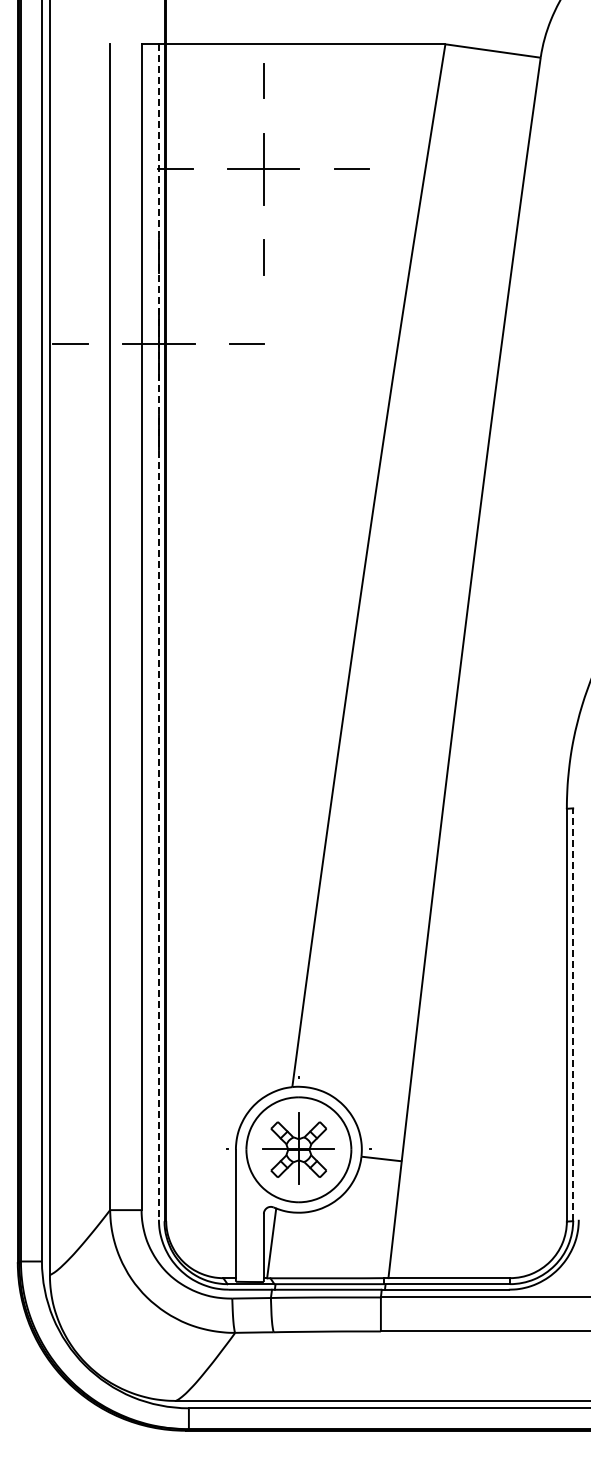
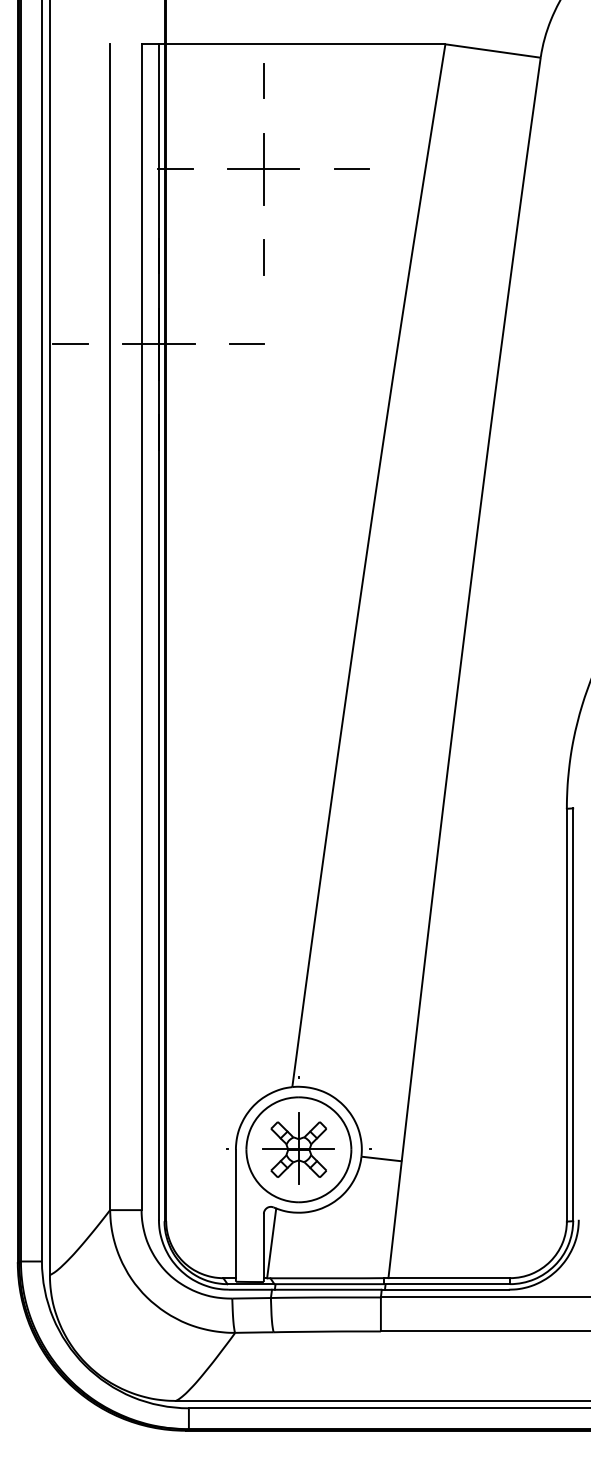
line at (158, 632): dashed -> solid
line at (573, 1014): dashed -> solid
